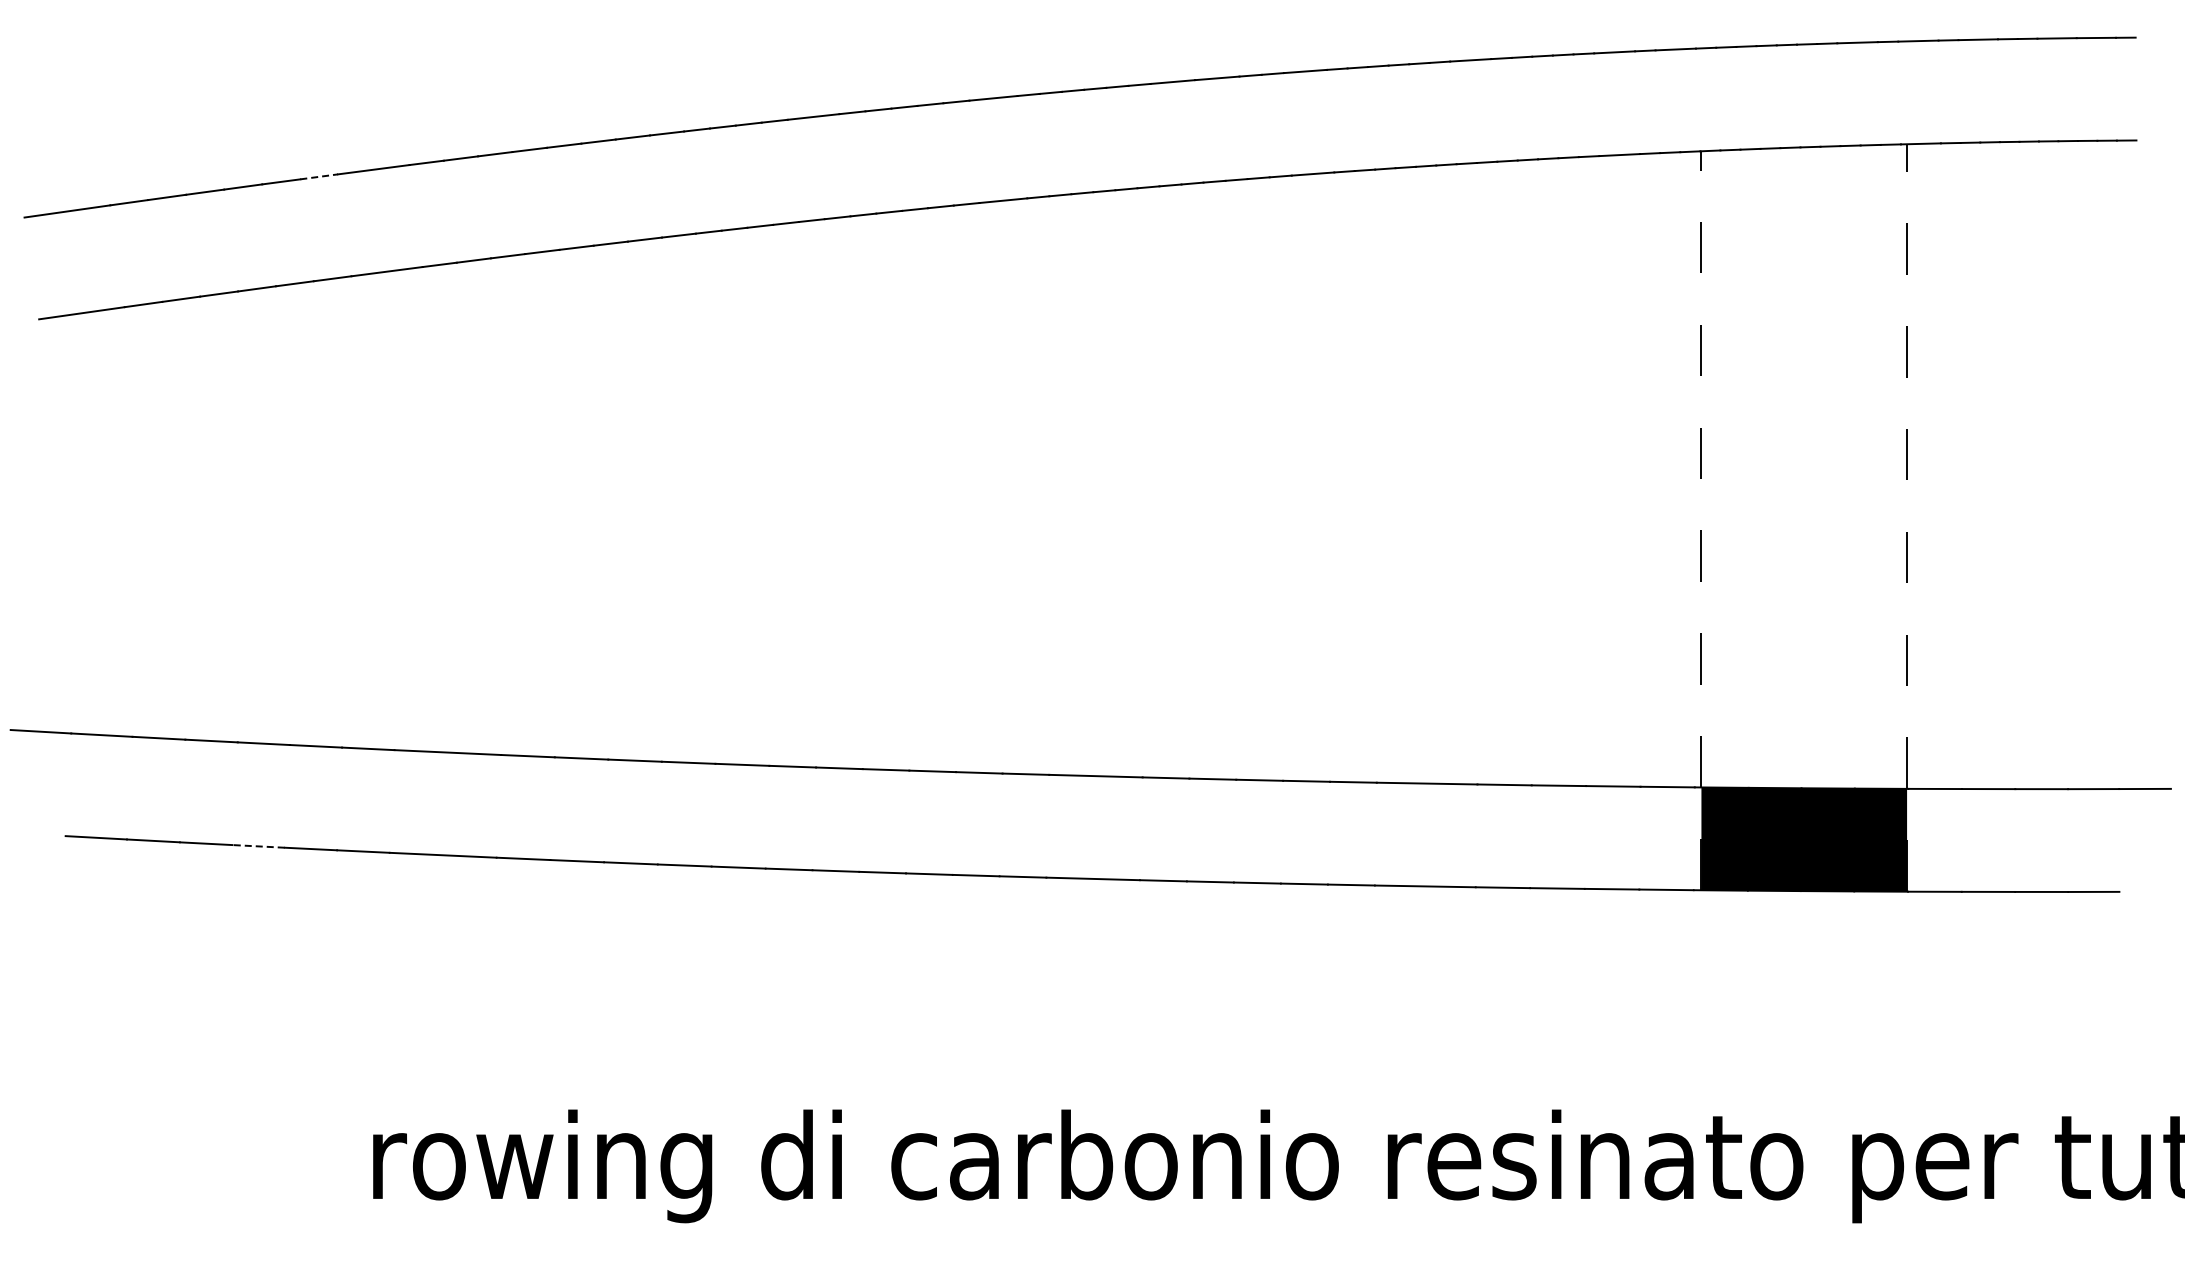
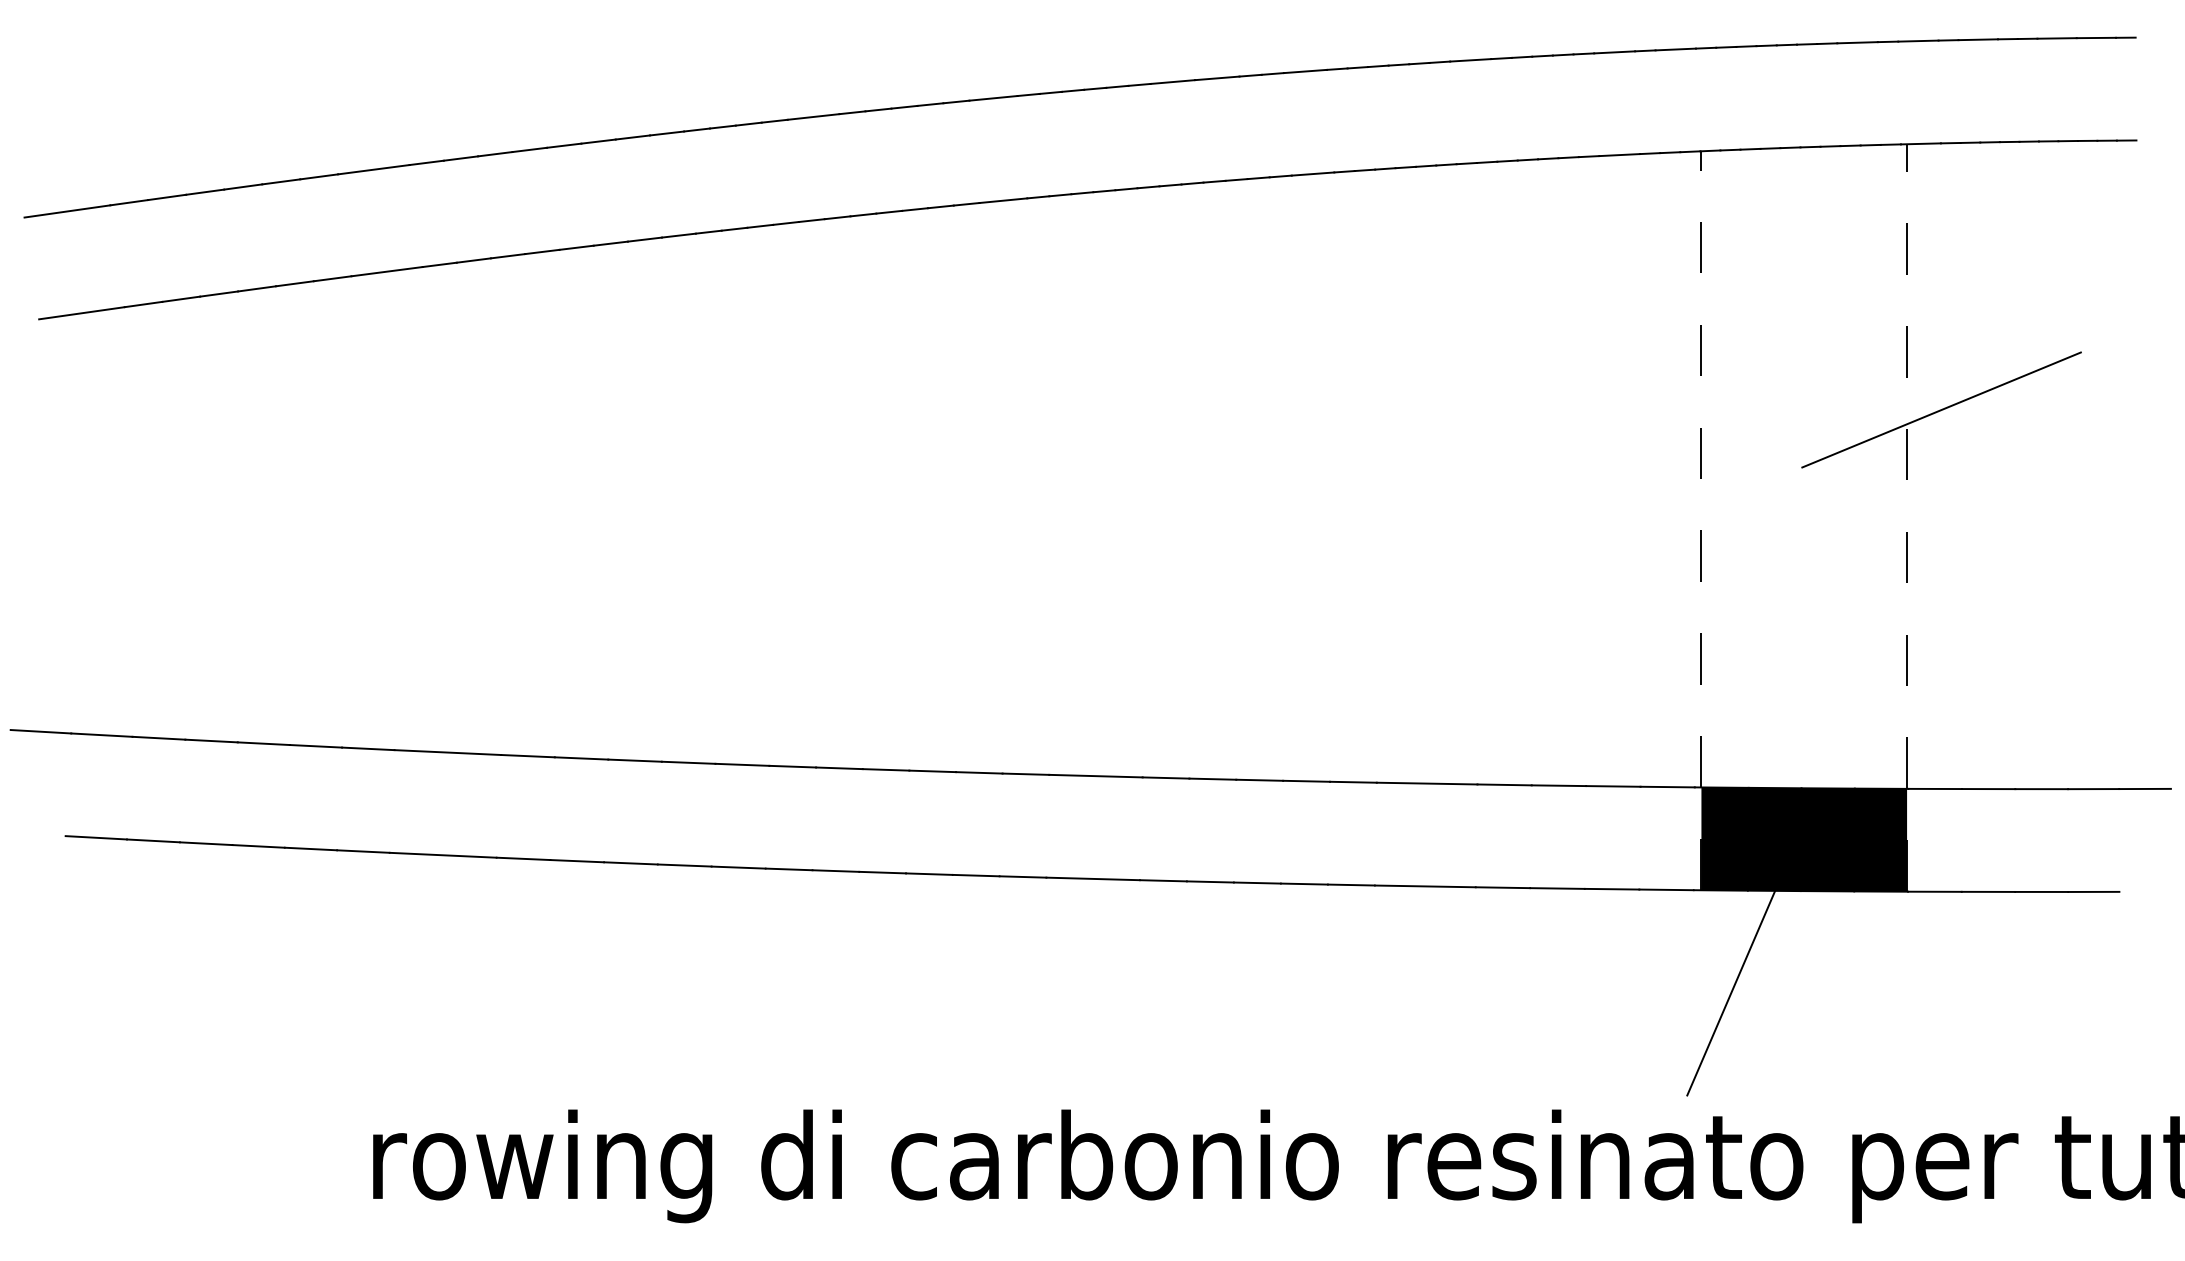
line at (319, 176): dashed -> solid
line at (1941, 409): none -> present
line at (258, 846): dashed -> solid
line at (1735, 983): none -> present
